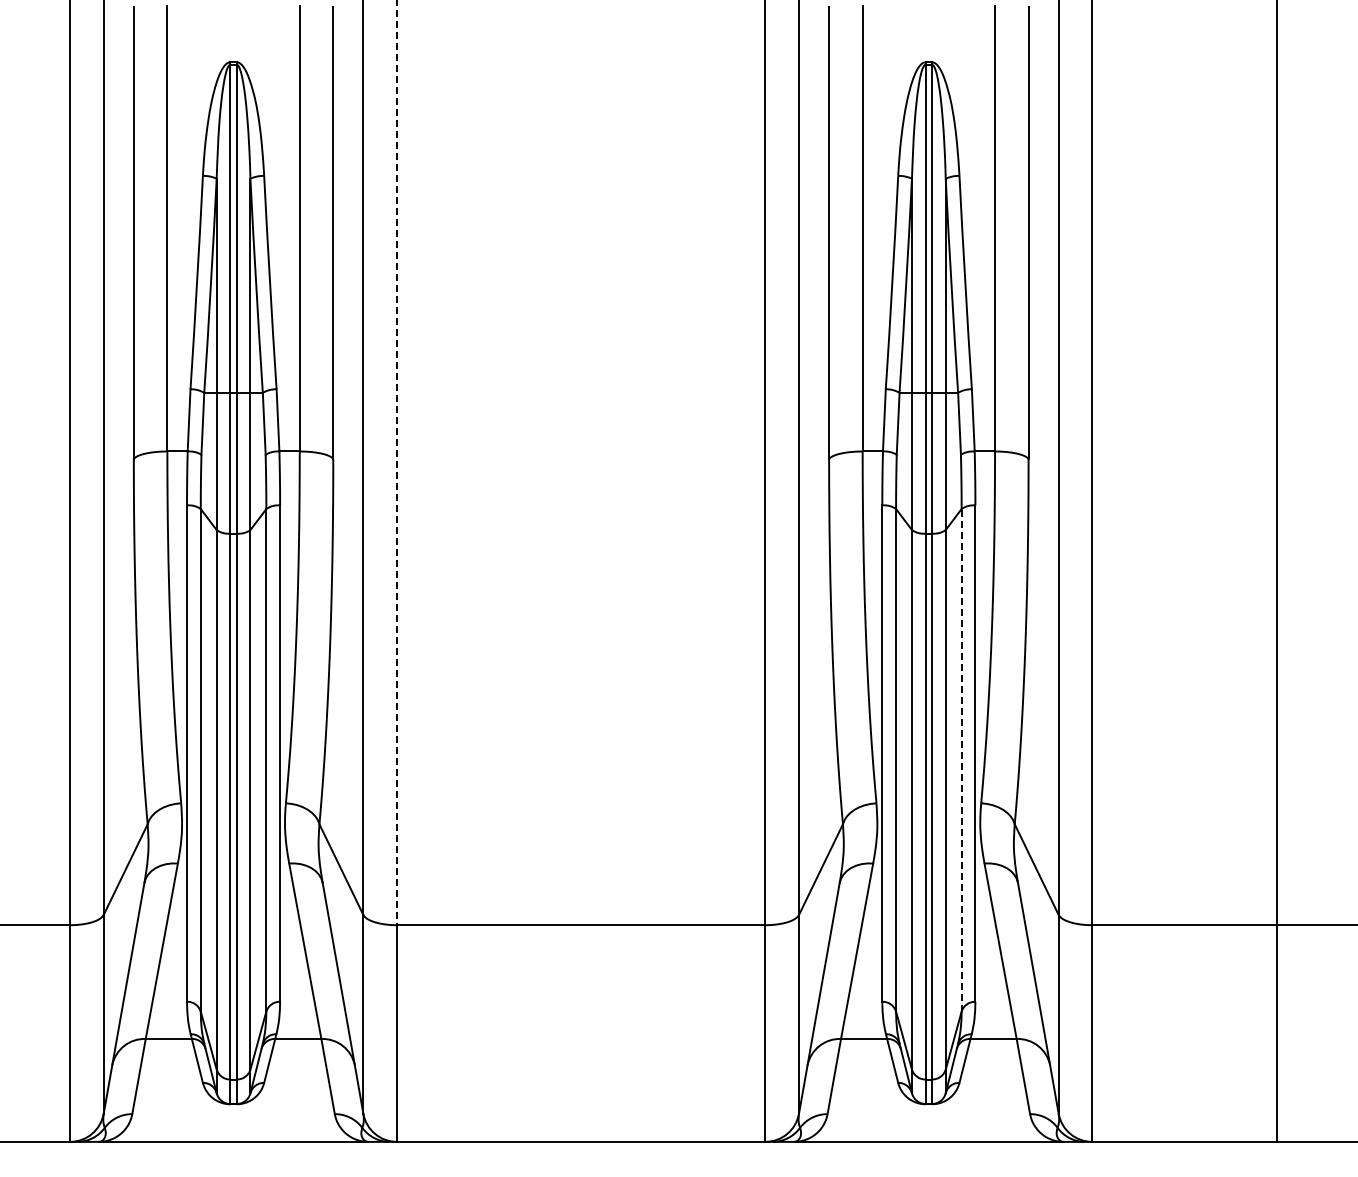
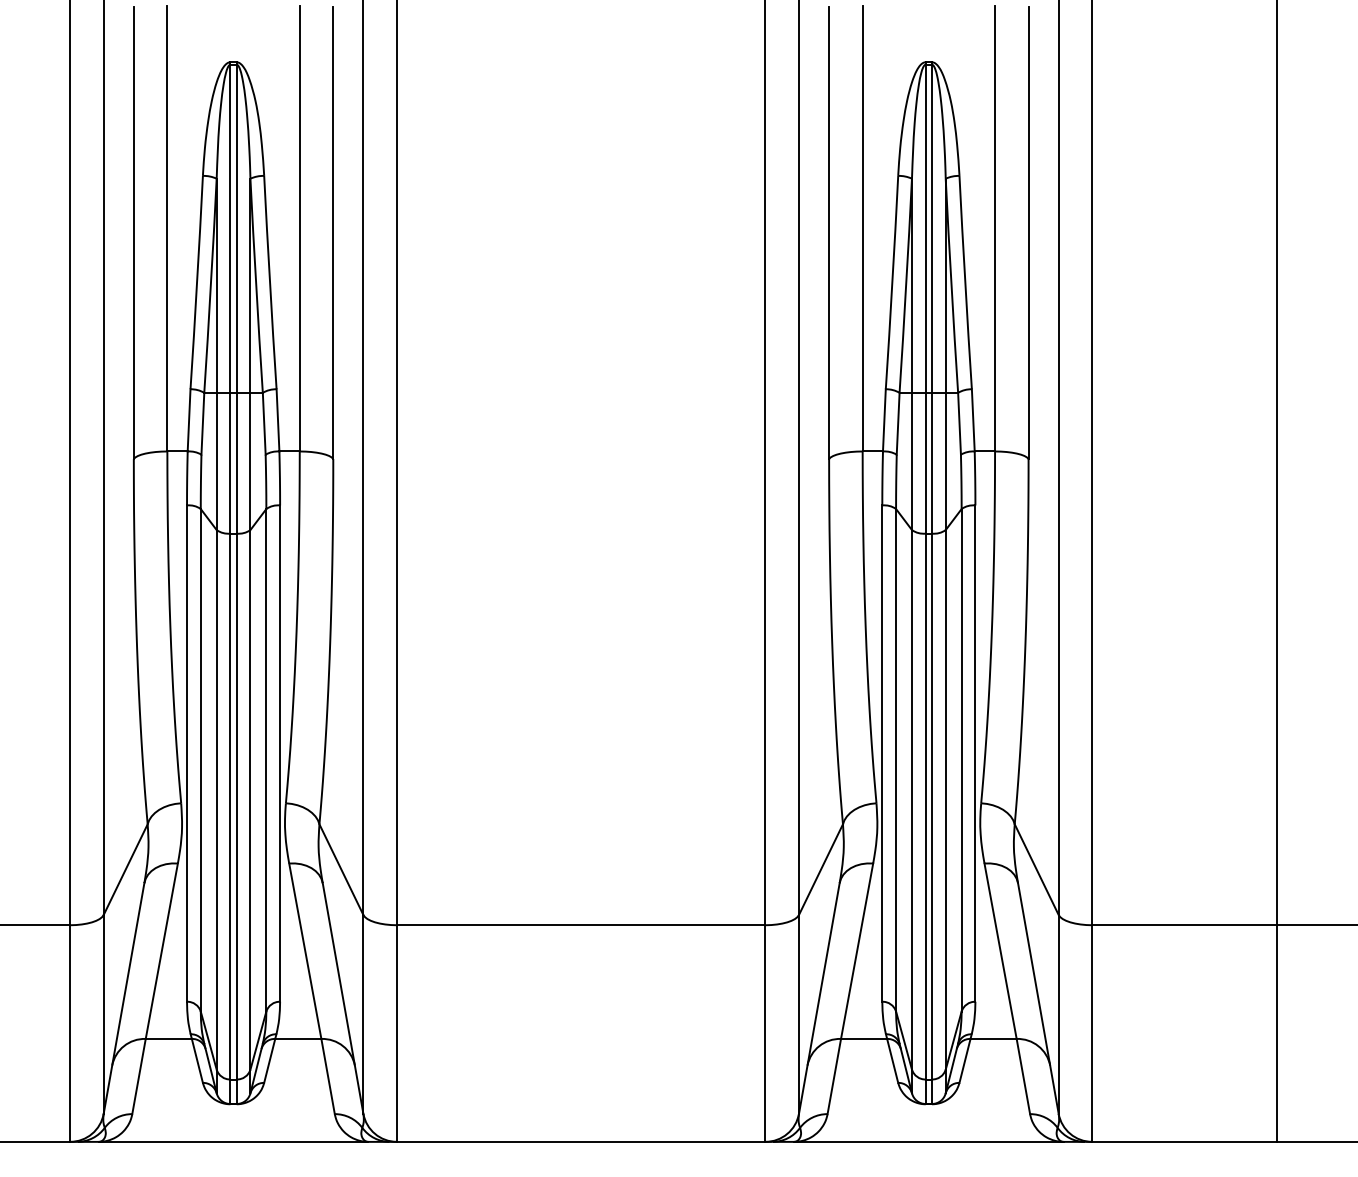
line at (396, 463): dashed -> solid
line at (961, 759): dashed -> solid
